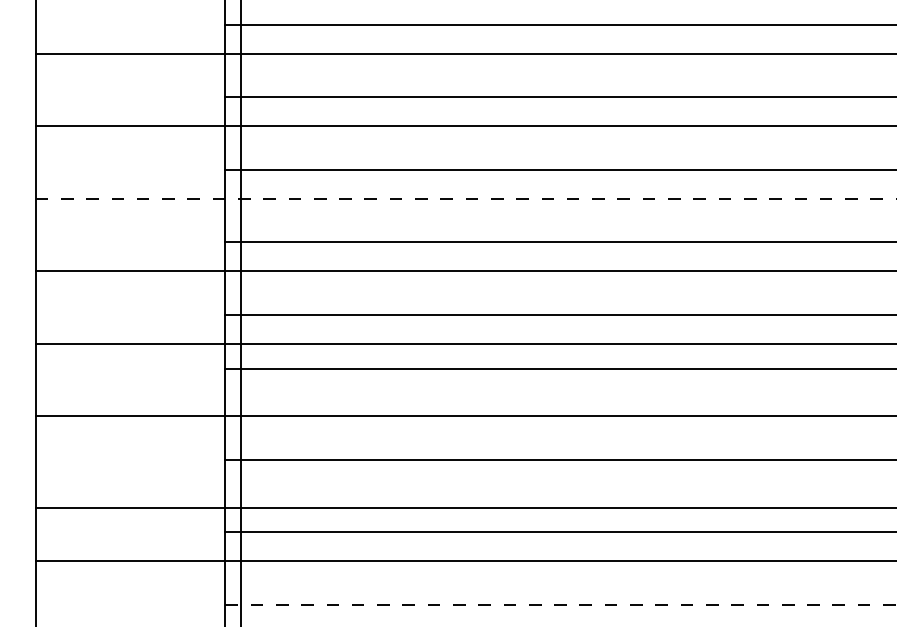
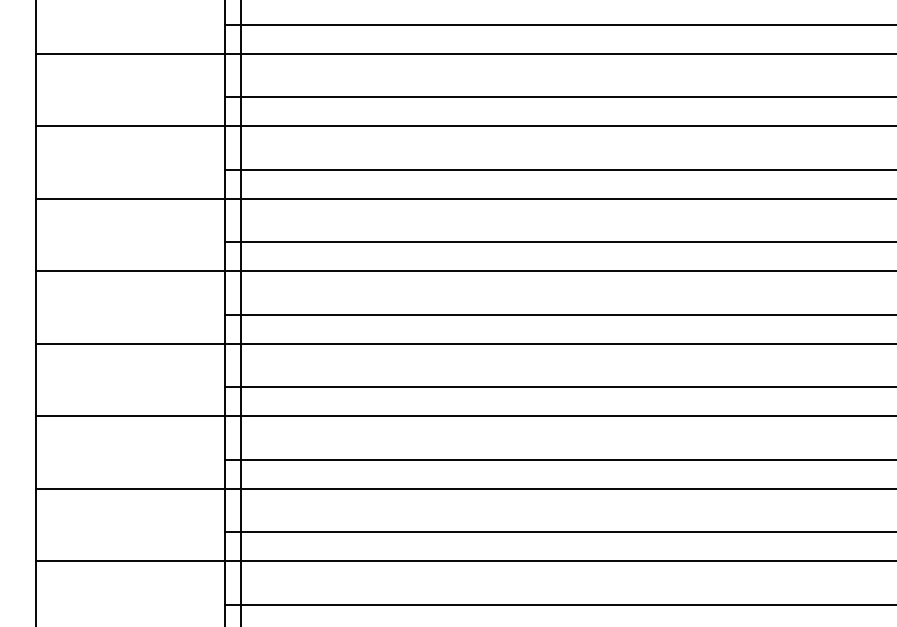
line at (466, 198): dashed -> solid
line at (559, 369) position: (559, 369) -> (559, 387)
line at (464, 507) position: (464, 507) -> (464, 488)
line at (561, 604): dashed -> solid
